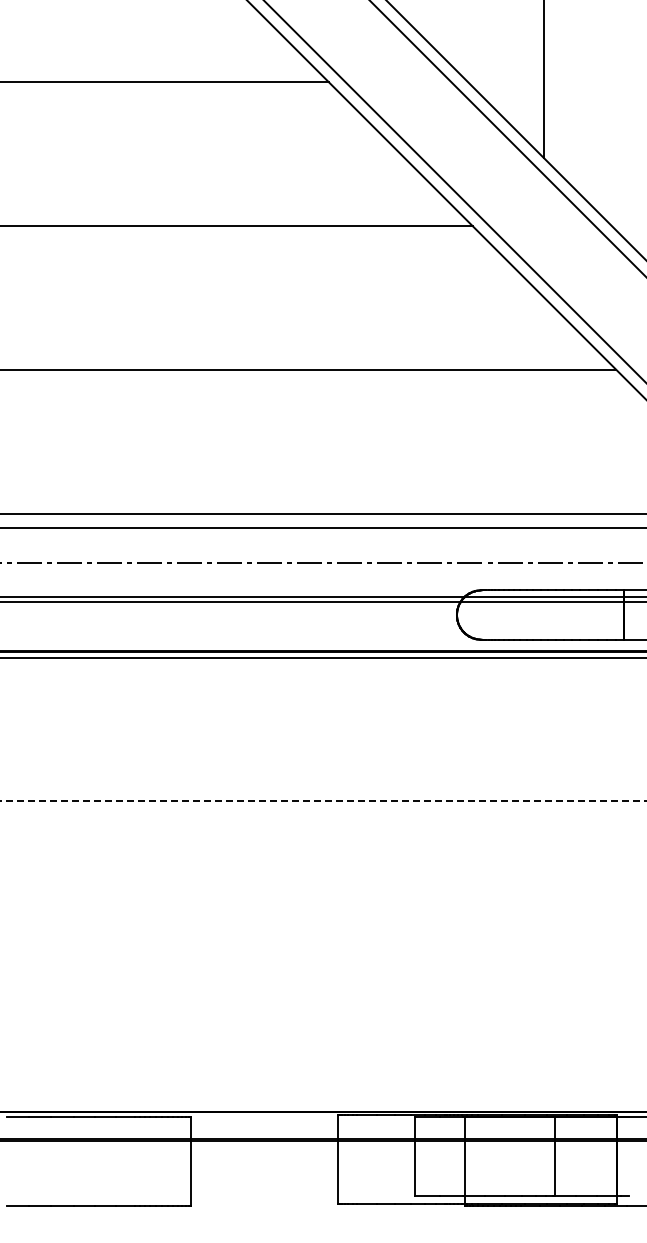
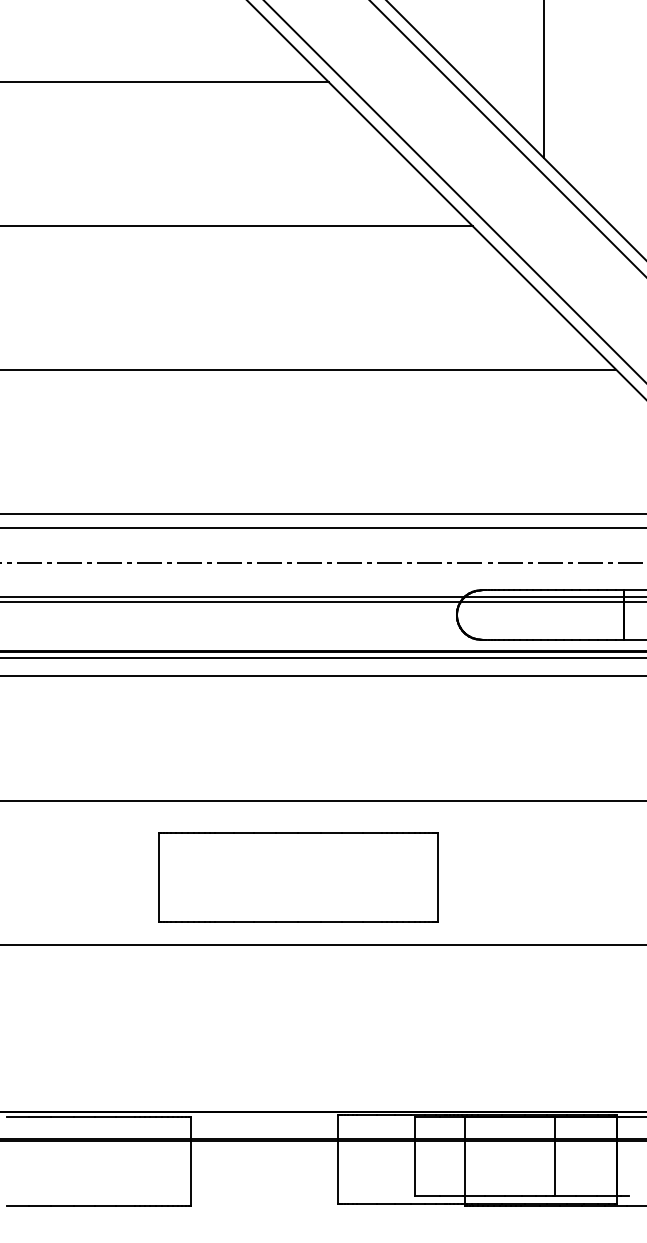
line at (322, 676): none -> present
line at (323, 801): dashed -> solid
part at (298, 877): none -> present
line at (322, 945): none -> present
